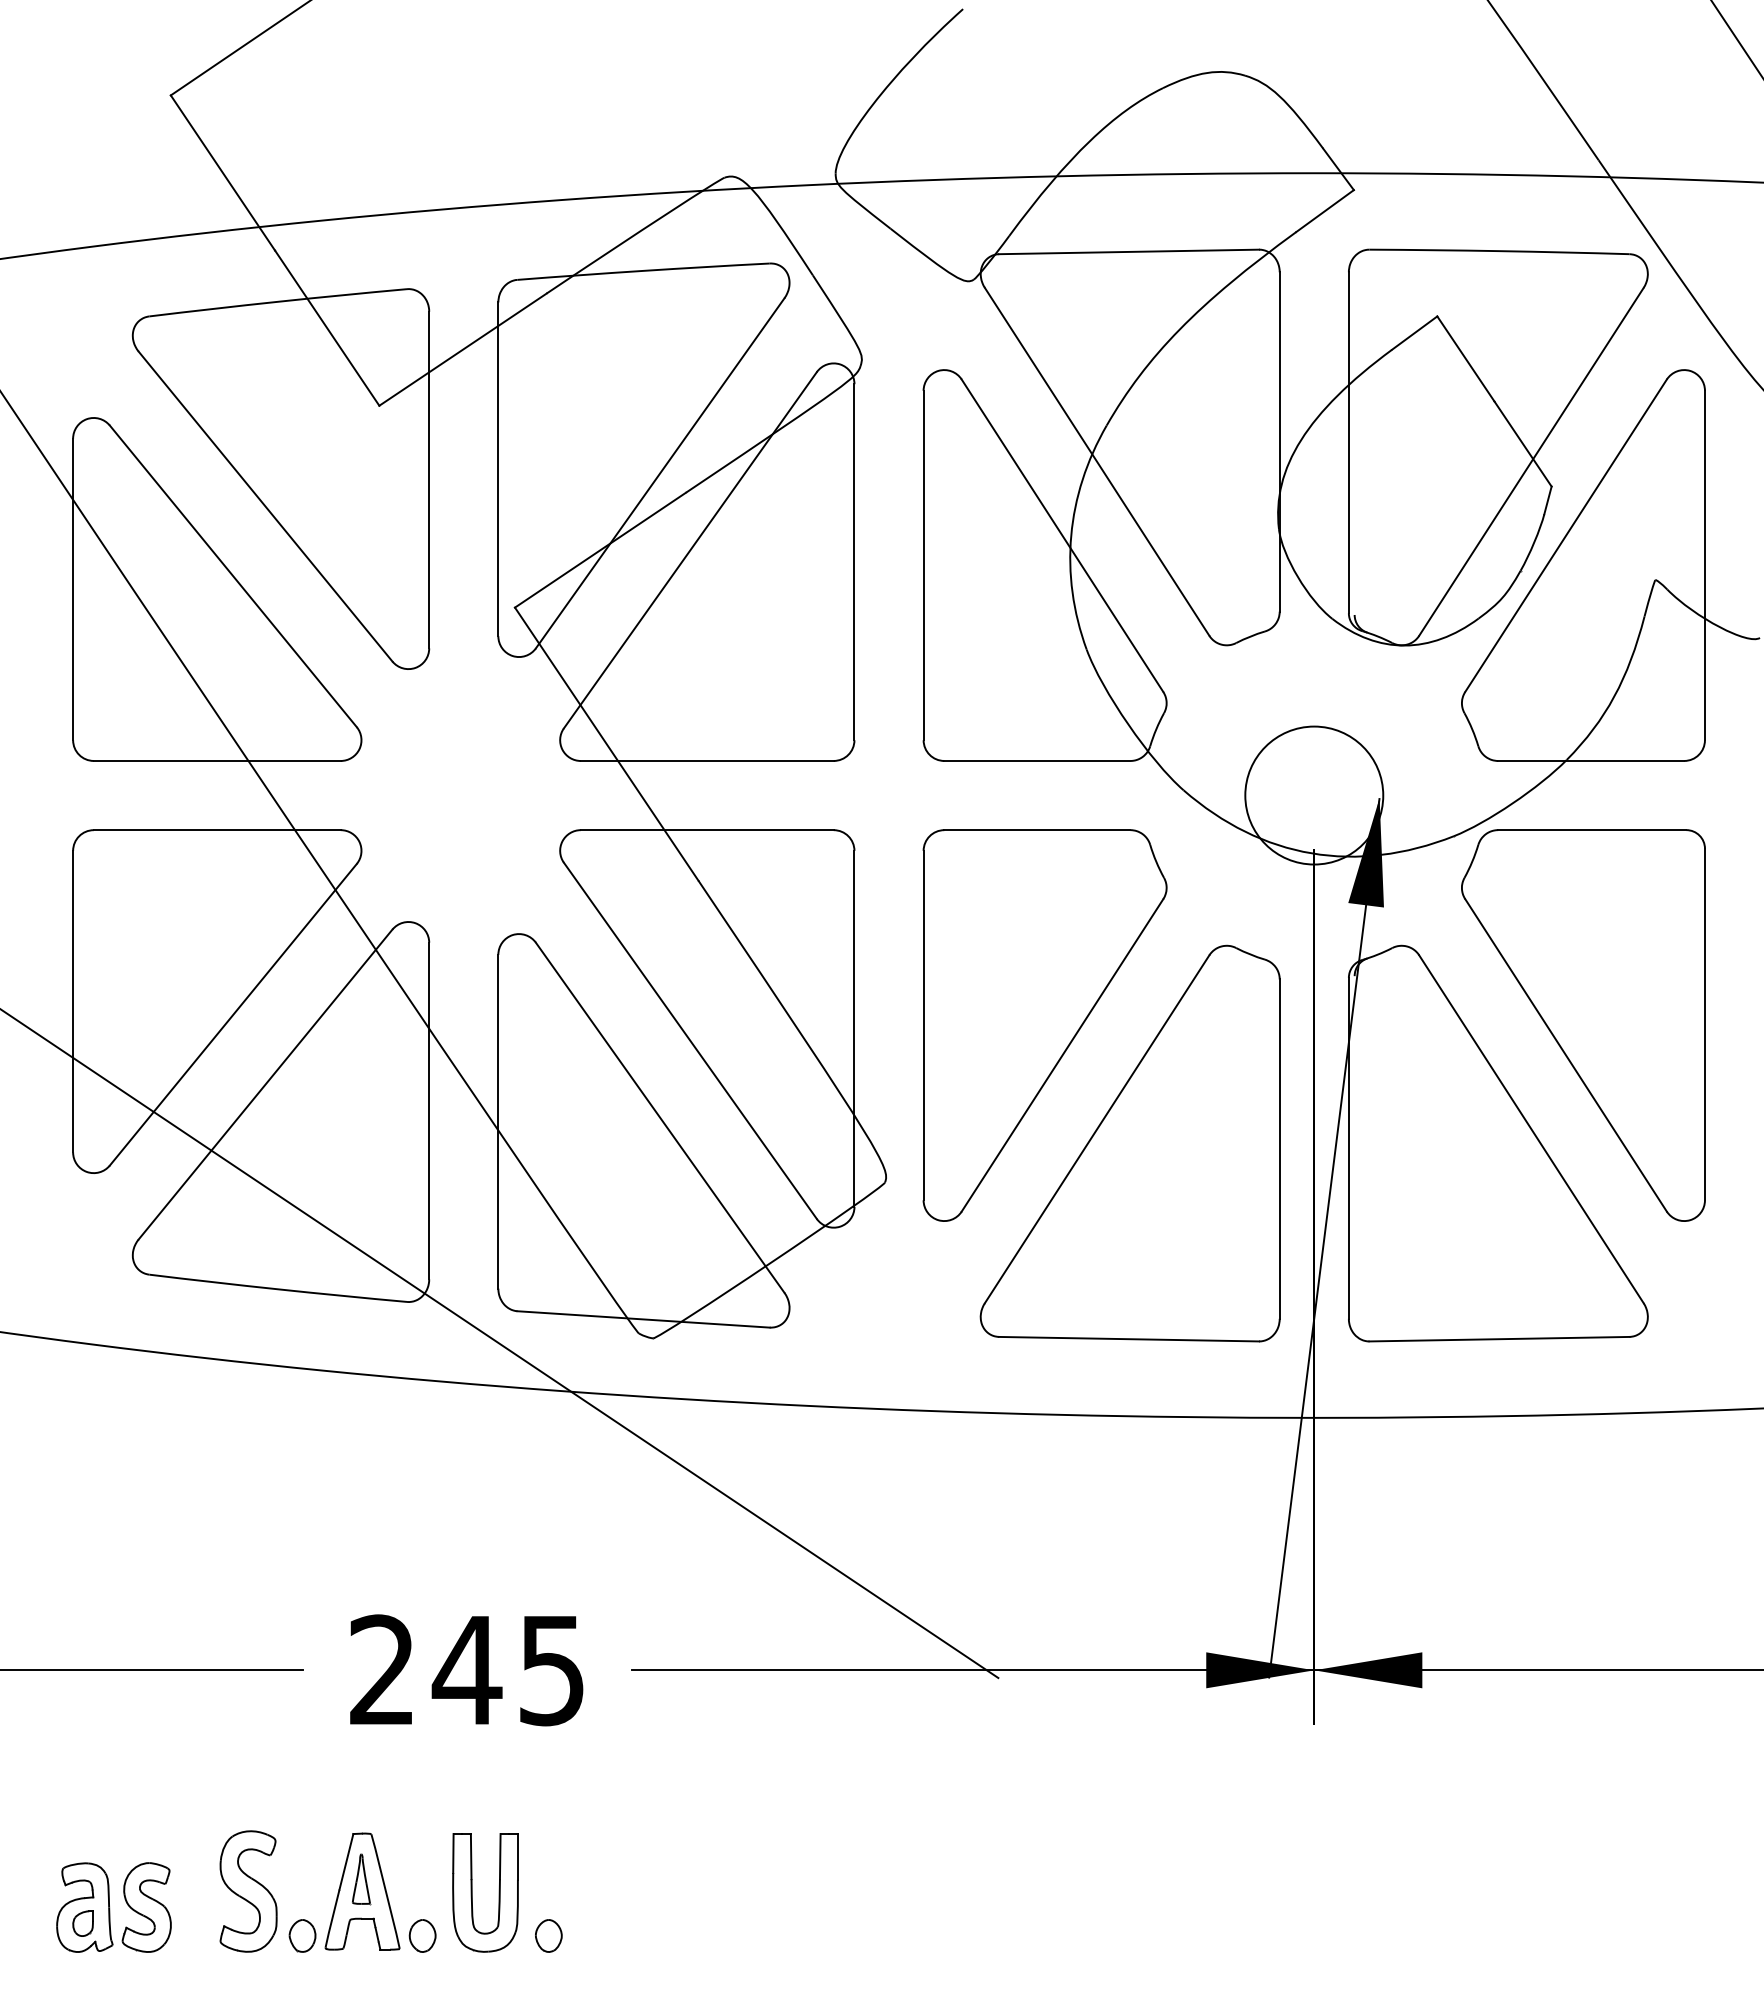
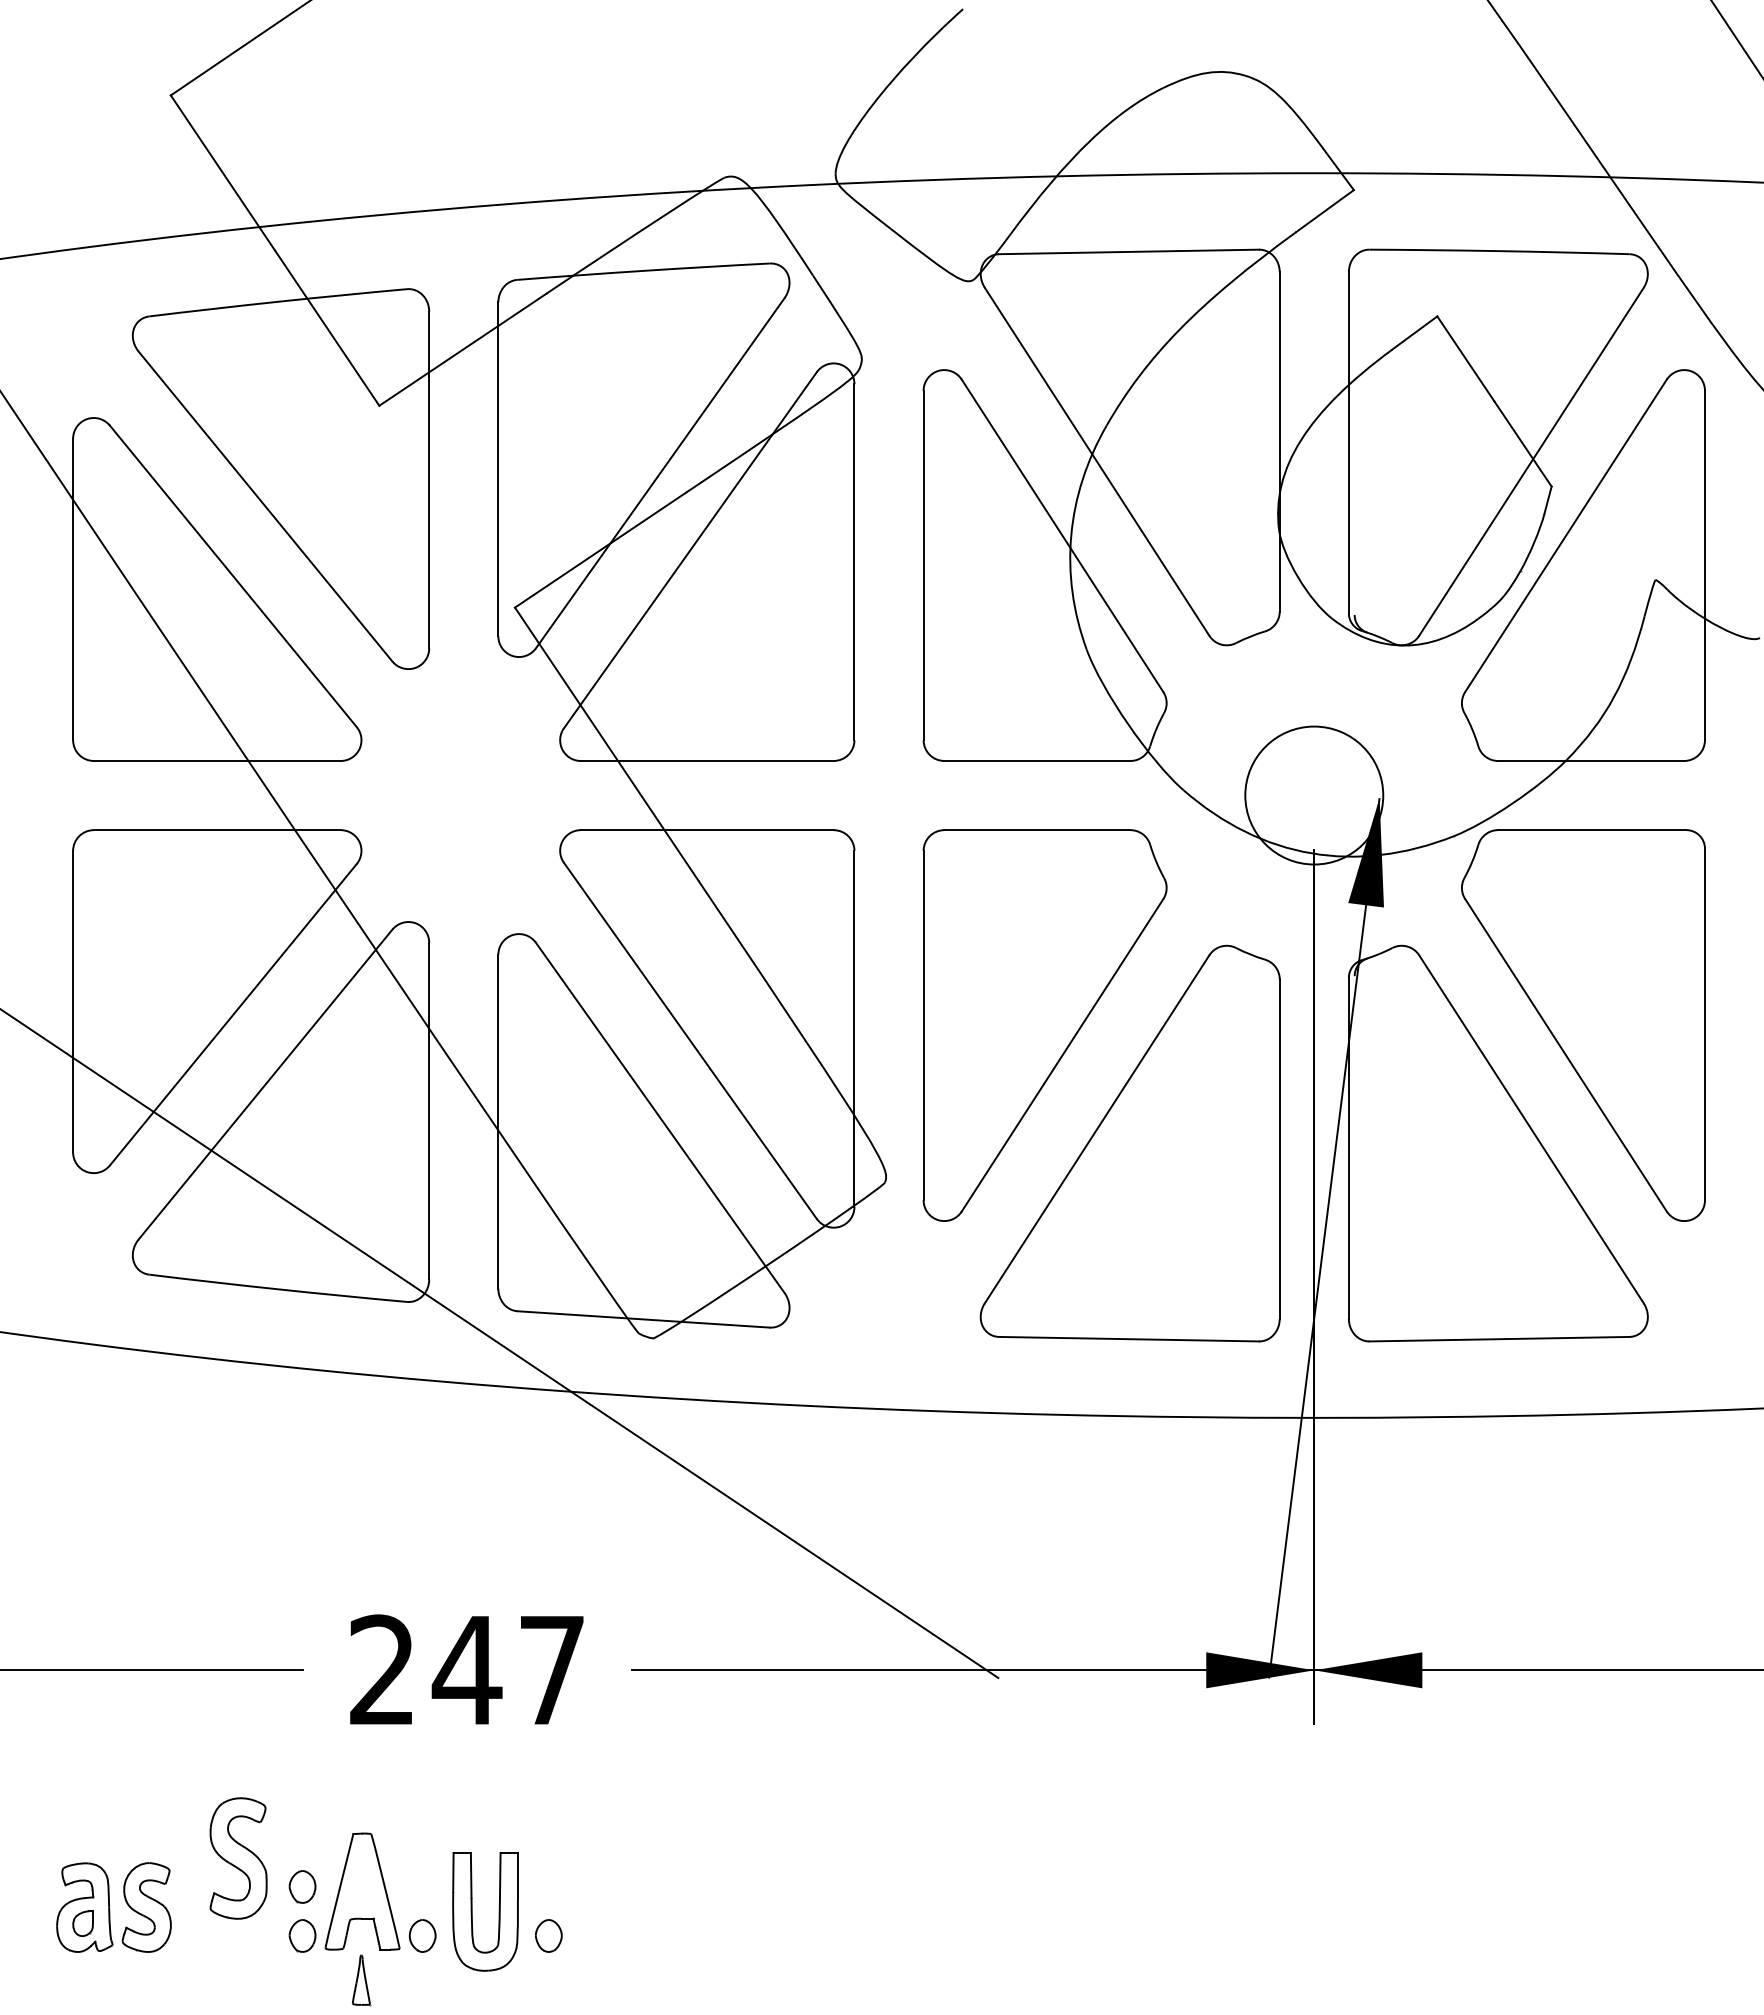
text at (551, 1671): 245 -> 247
part at (361, 1879) position: (361, 1879) -> (361, 1980)
part at (302, 1886): none -> present
part at (248, 1891) position: (248, 1891) -> (238, 1858)
part at (472, 1892) position: (472, 1892) -> (472, 1911)
